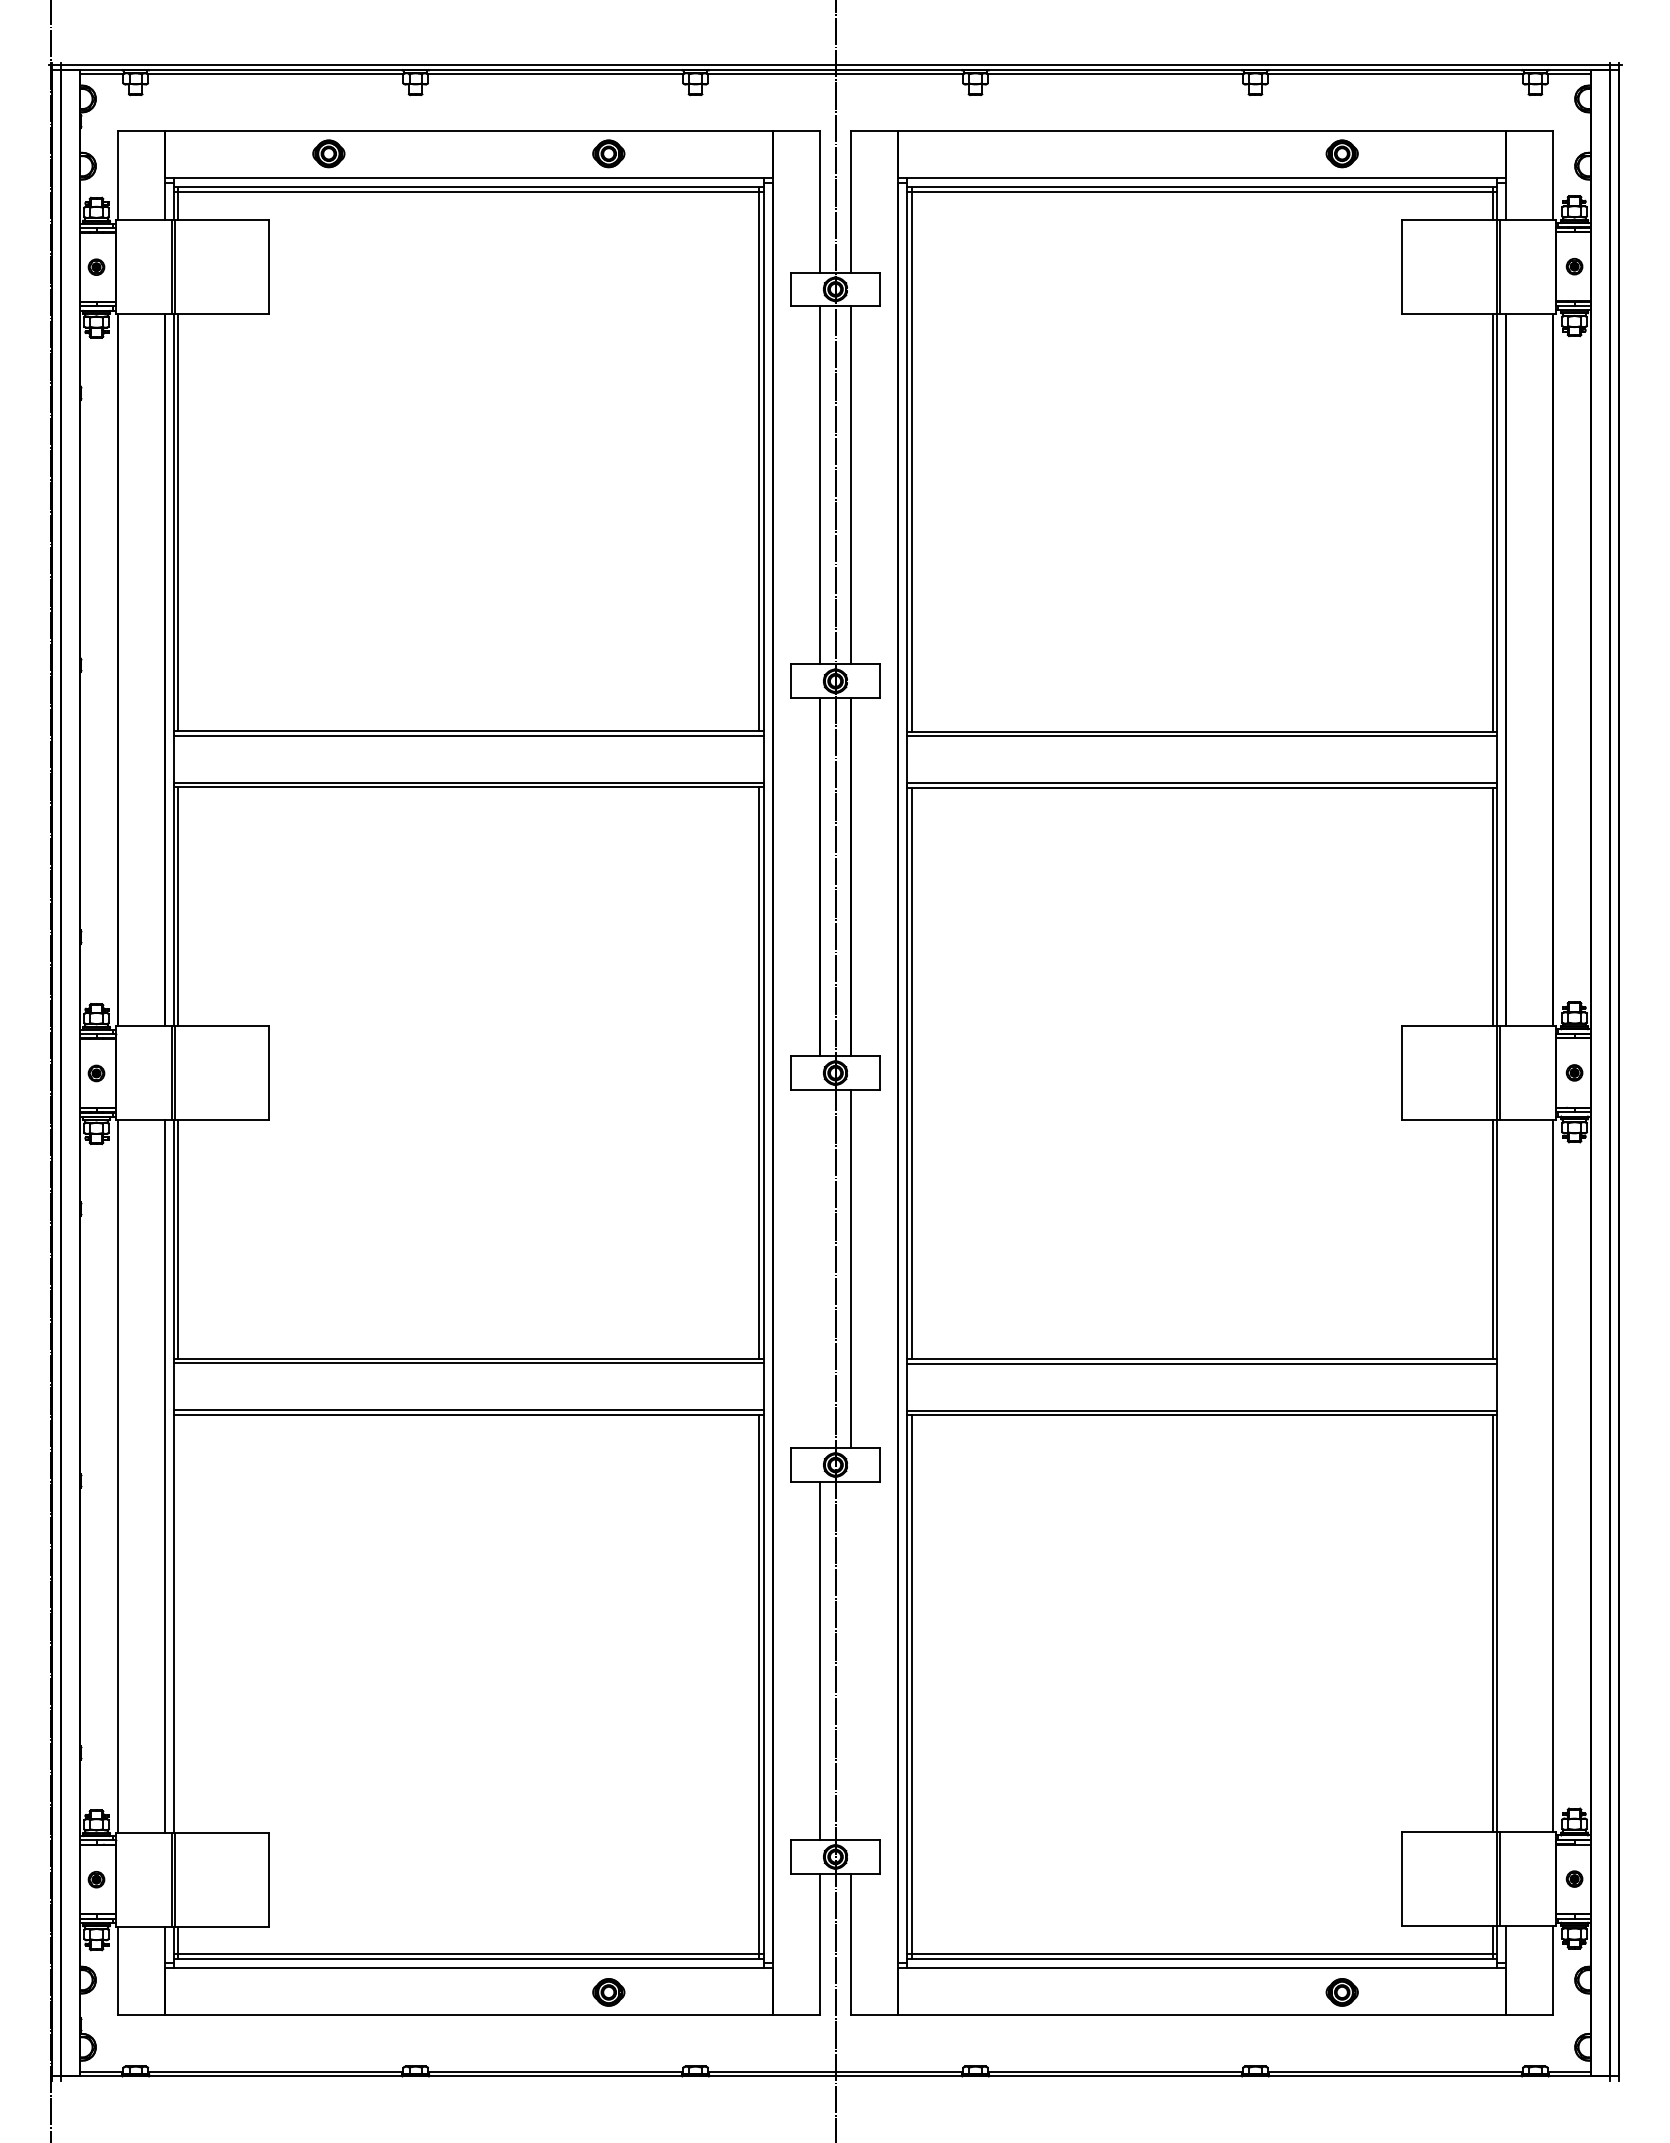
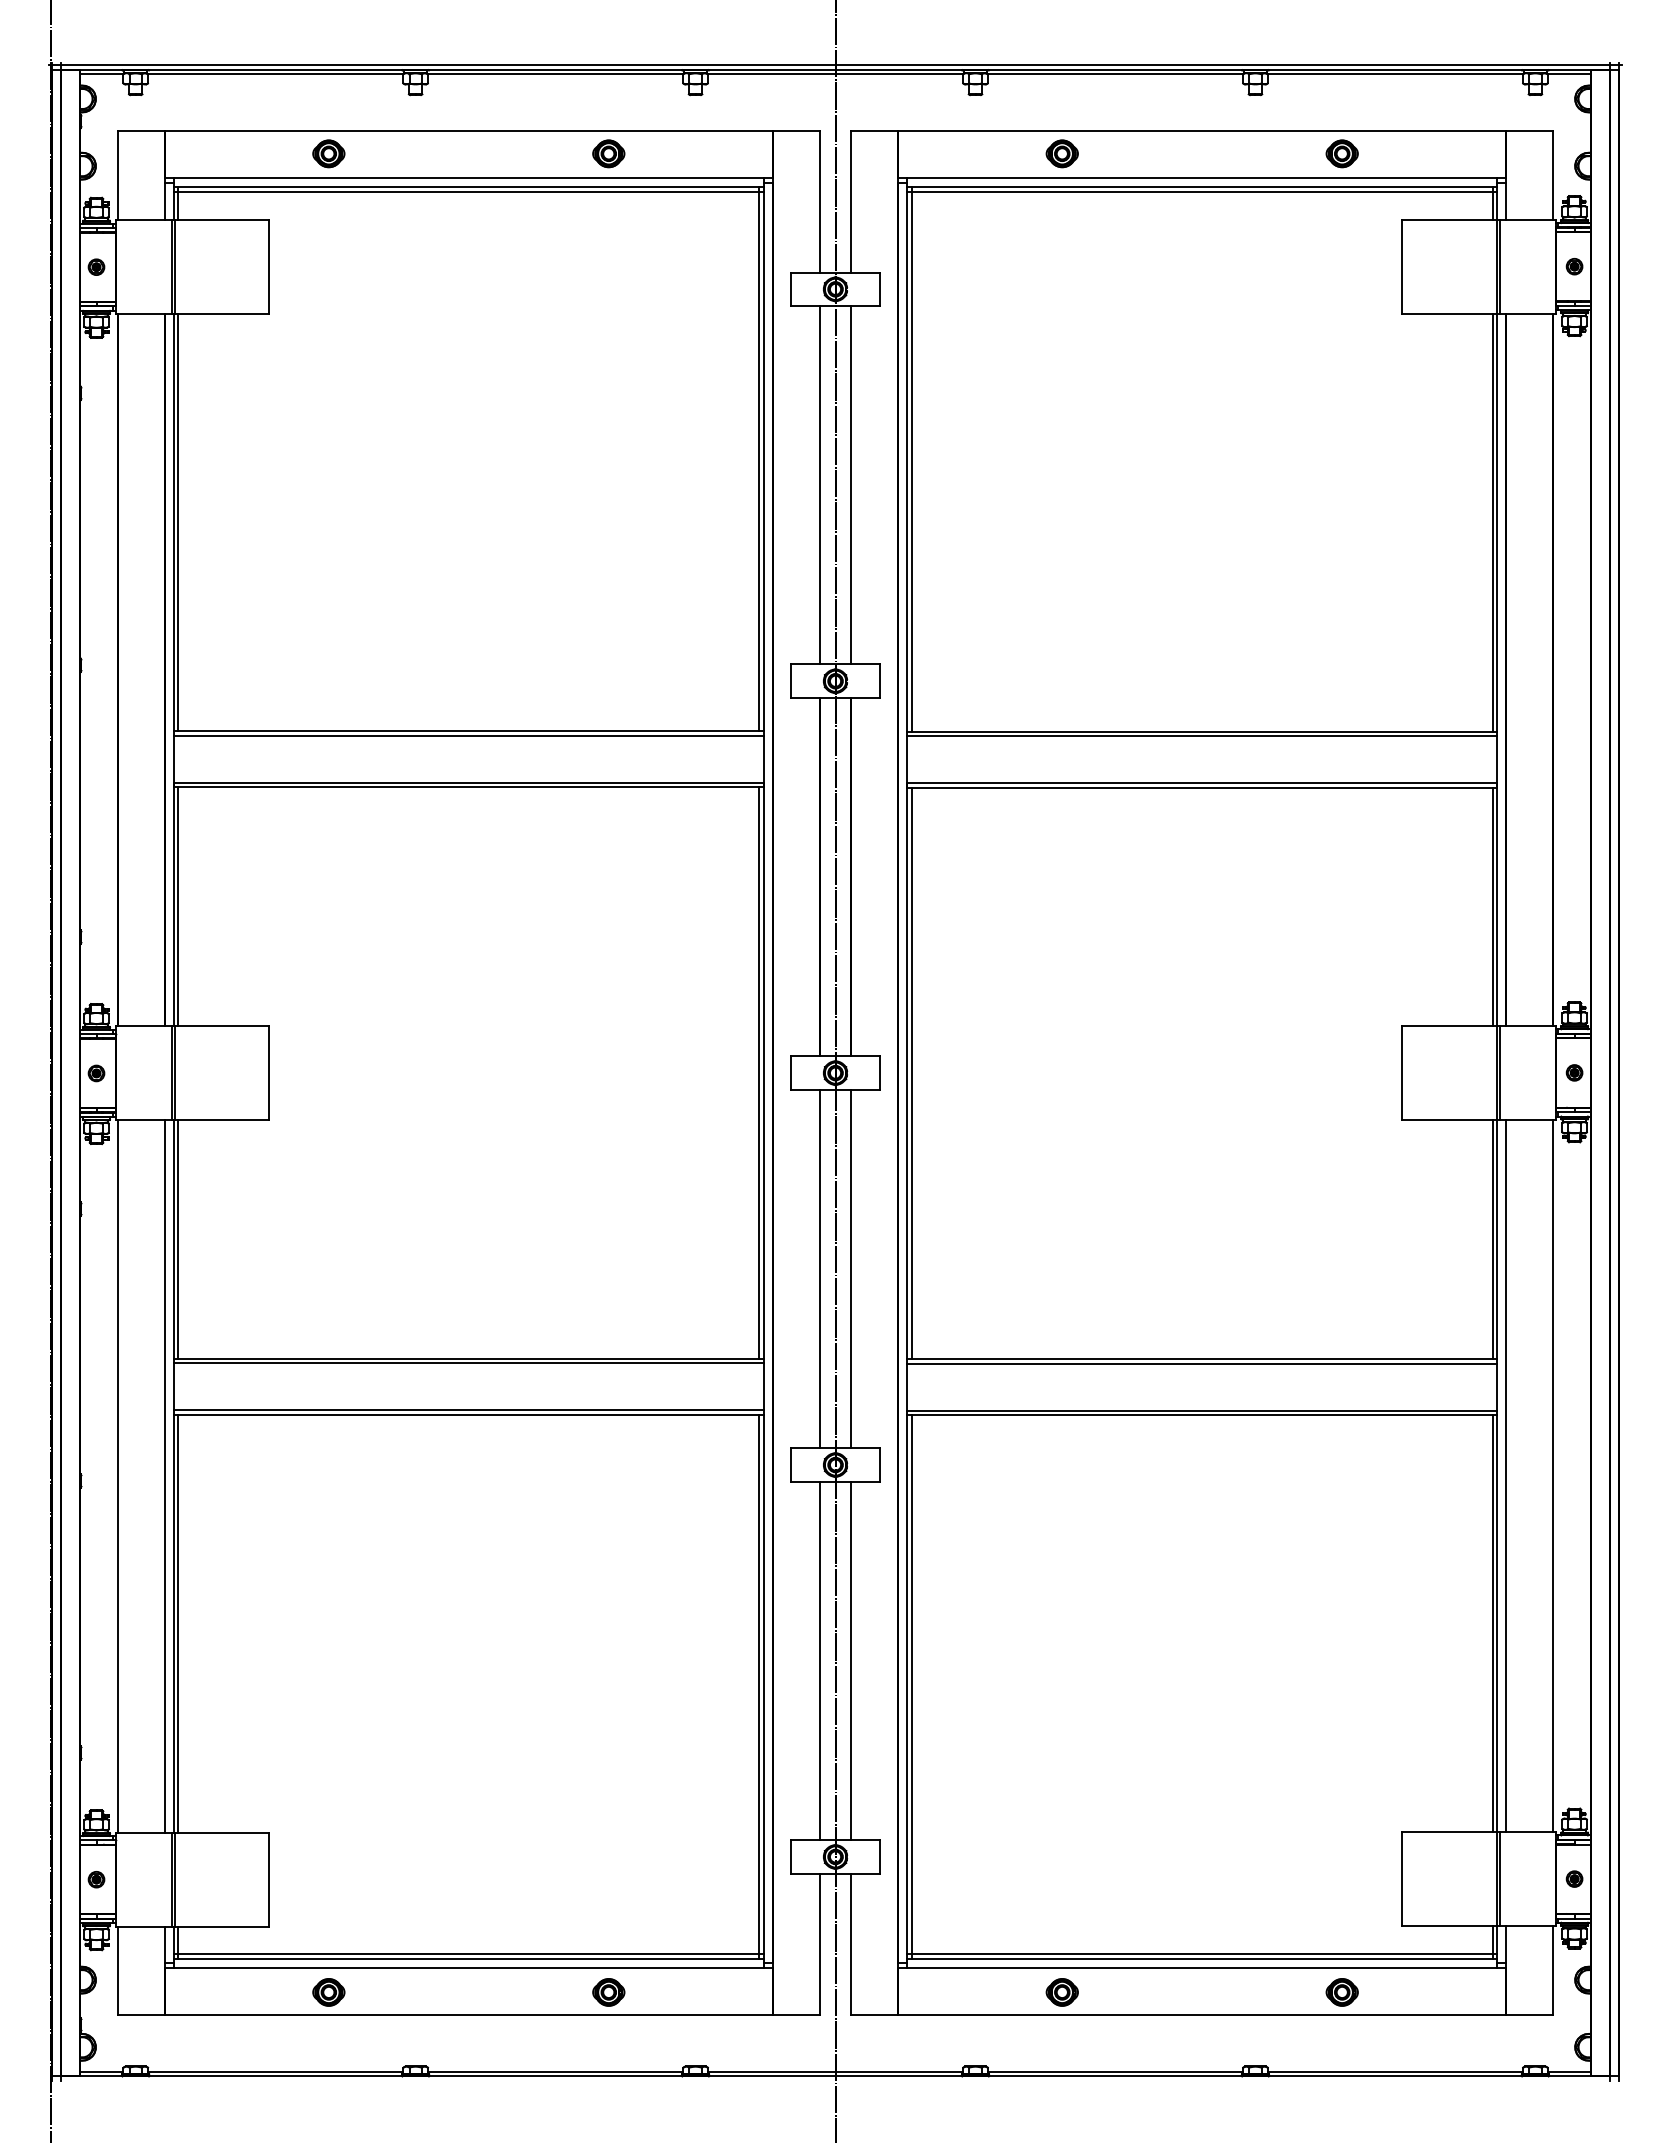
part at (1061, 153): none -> present
line at (819, 1268): none -> present
line at (1506, 1475): none -> present
line at (178, 1623): none -> present
line at (851, 1660): none -> present
part at (328, 1992): none -> present
part at (1061, 1992): none -> present
